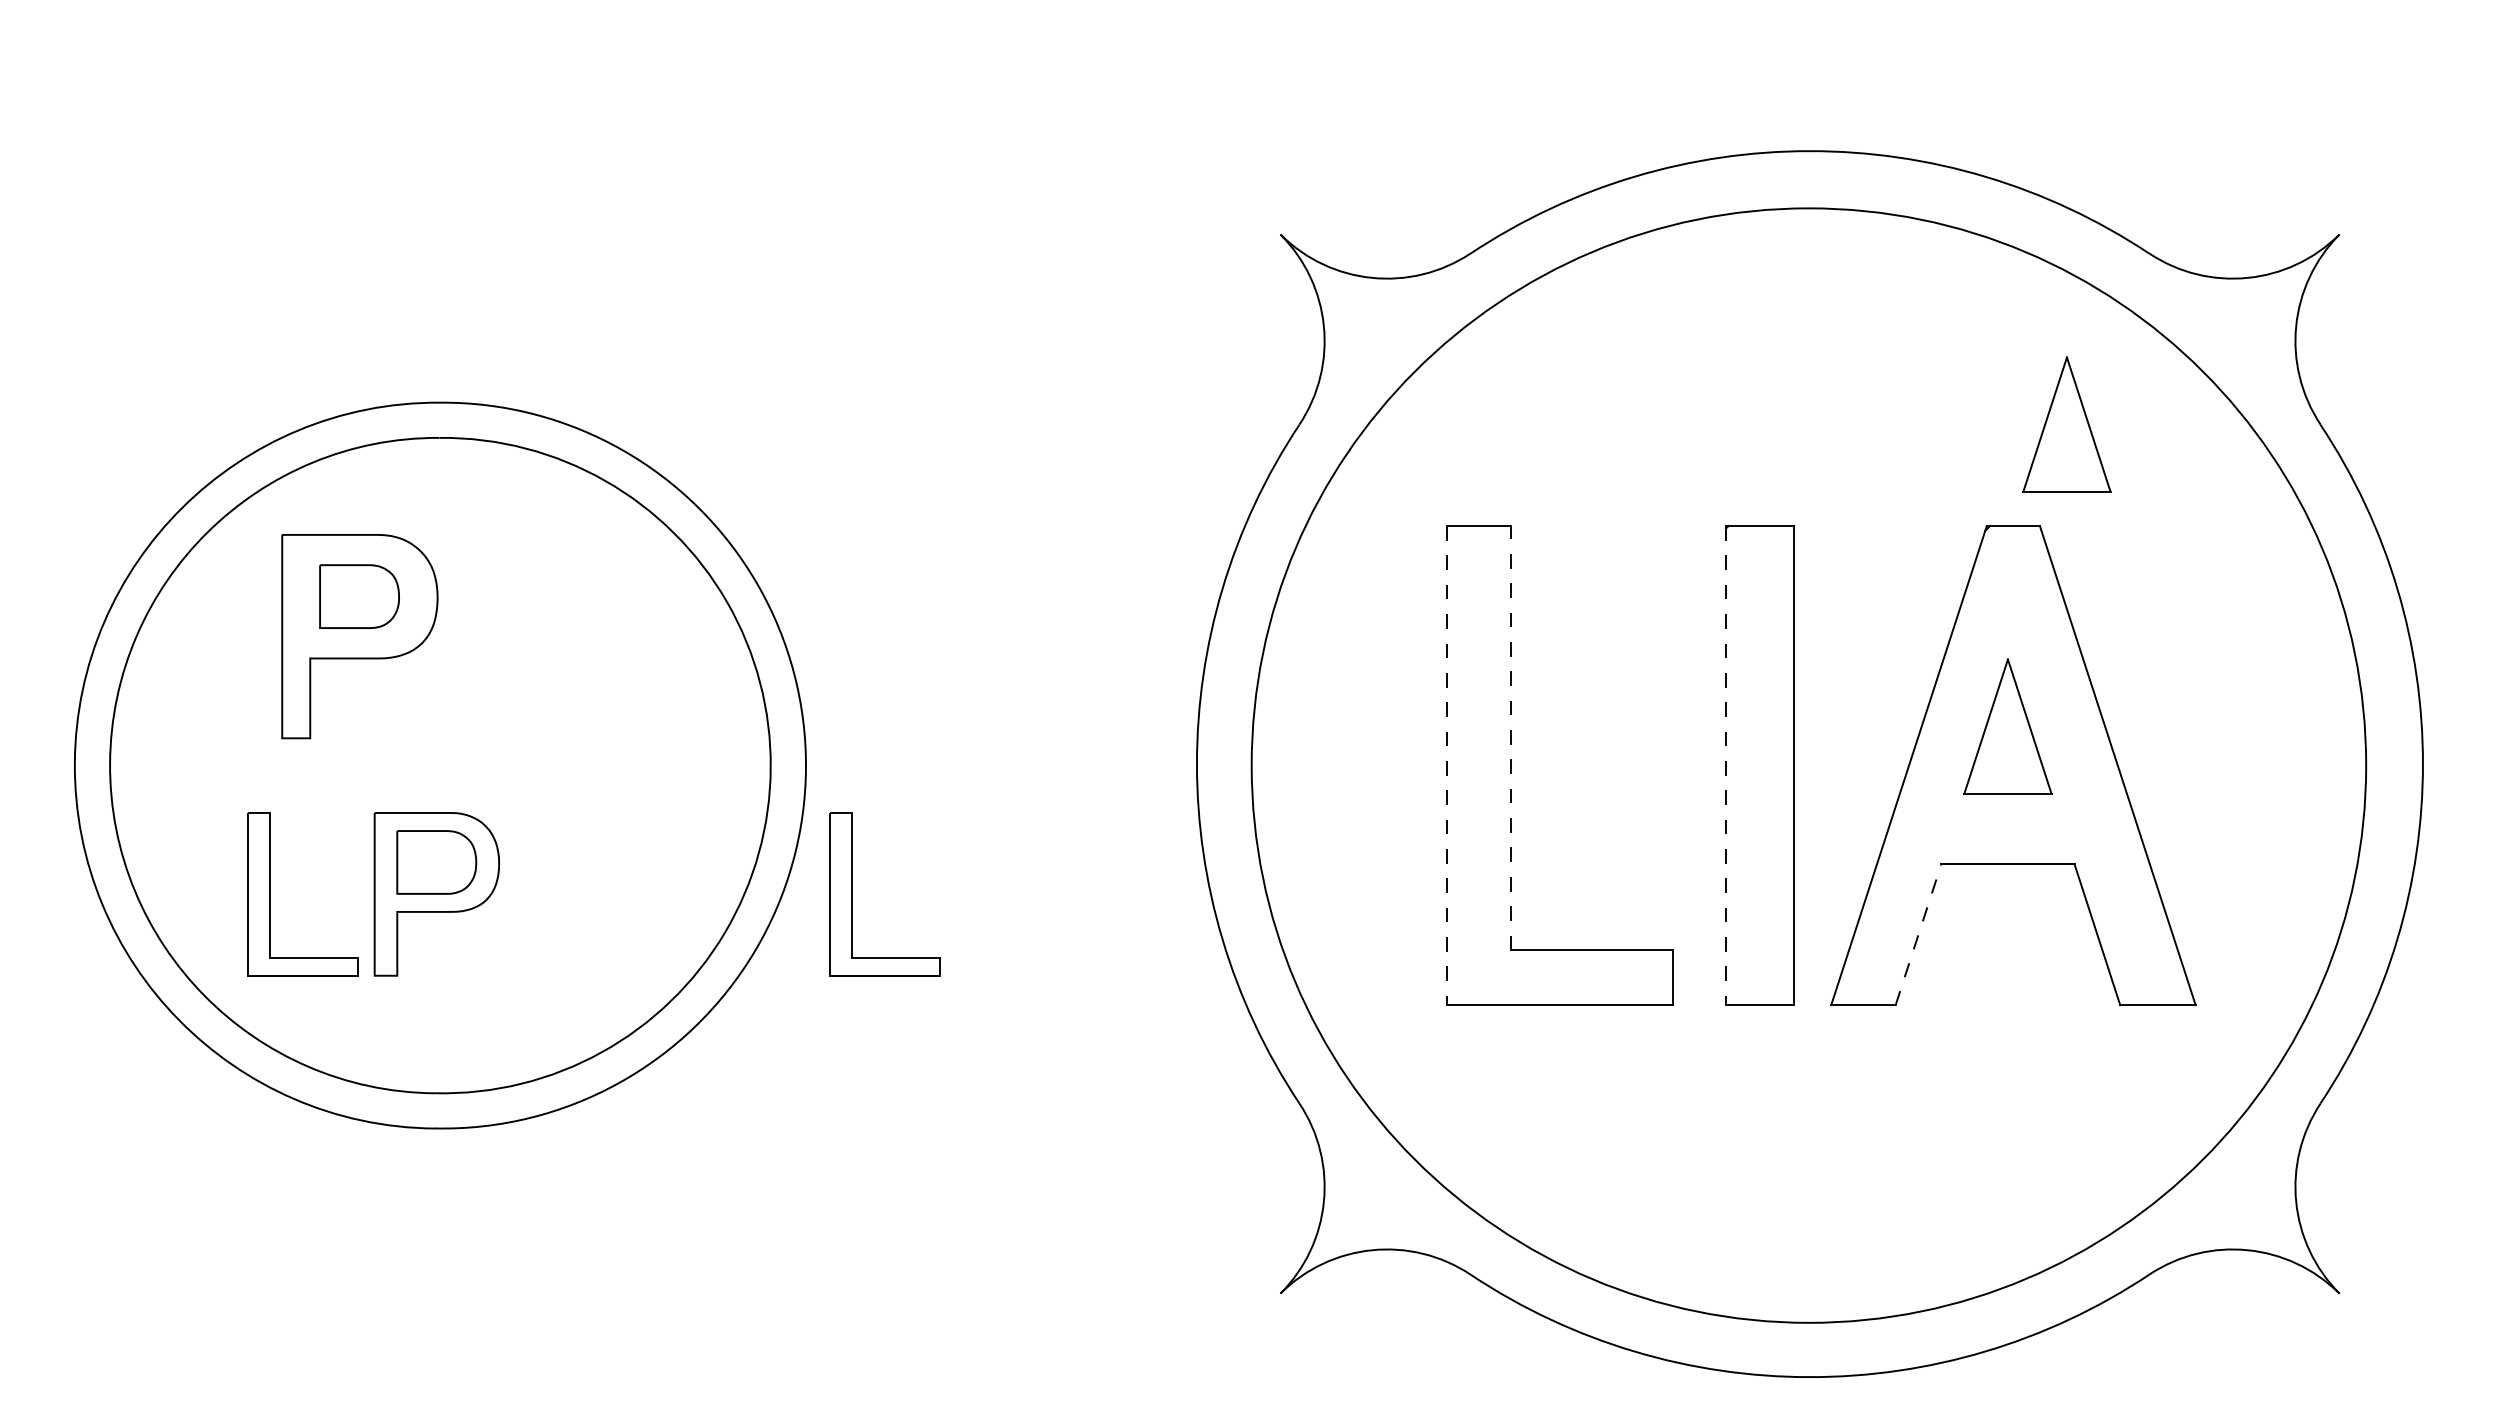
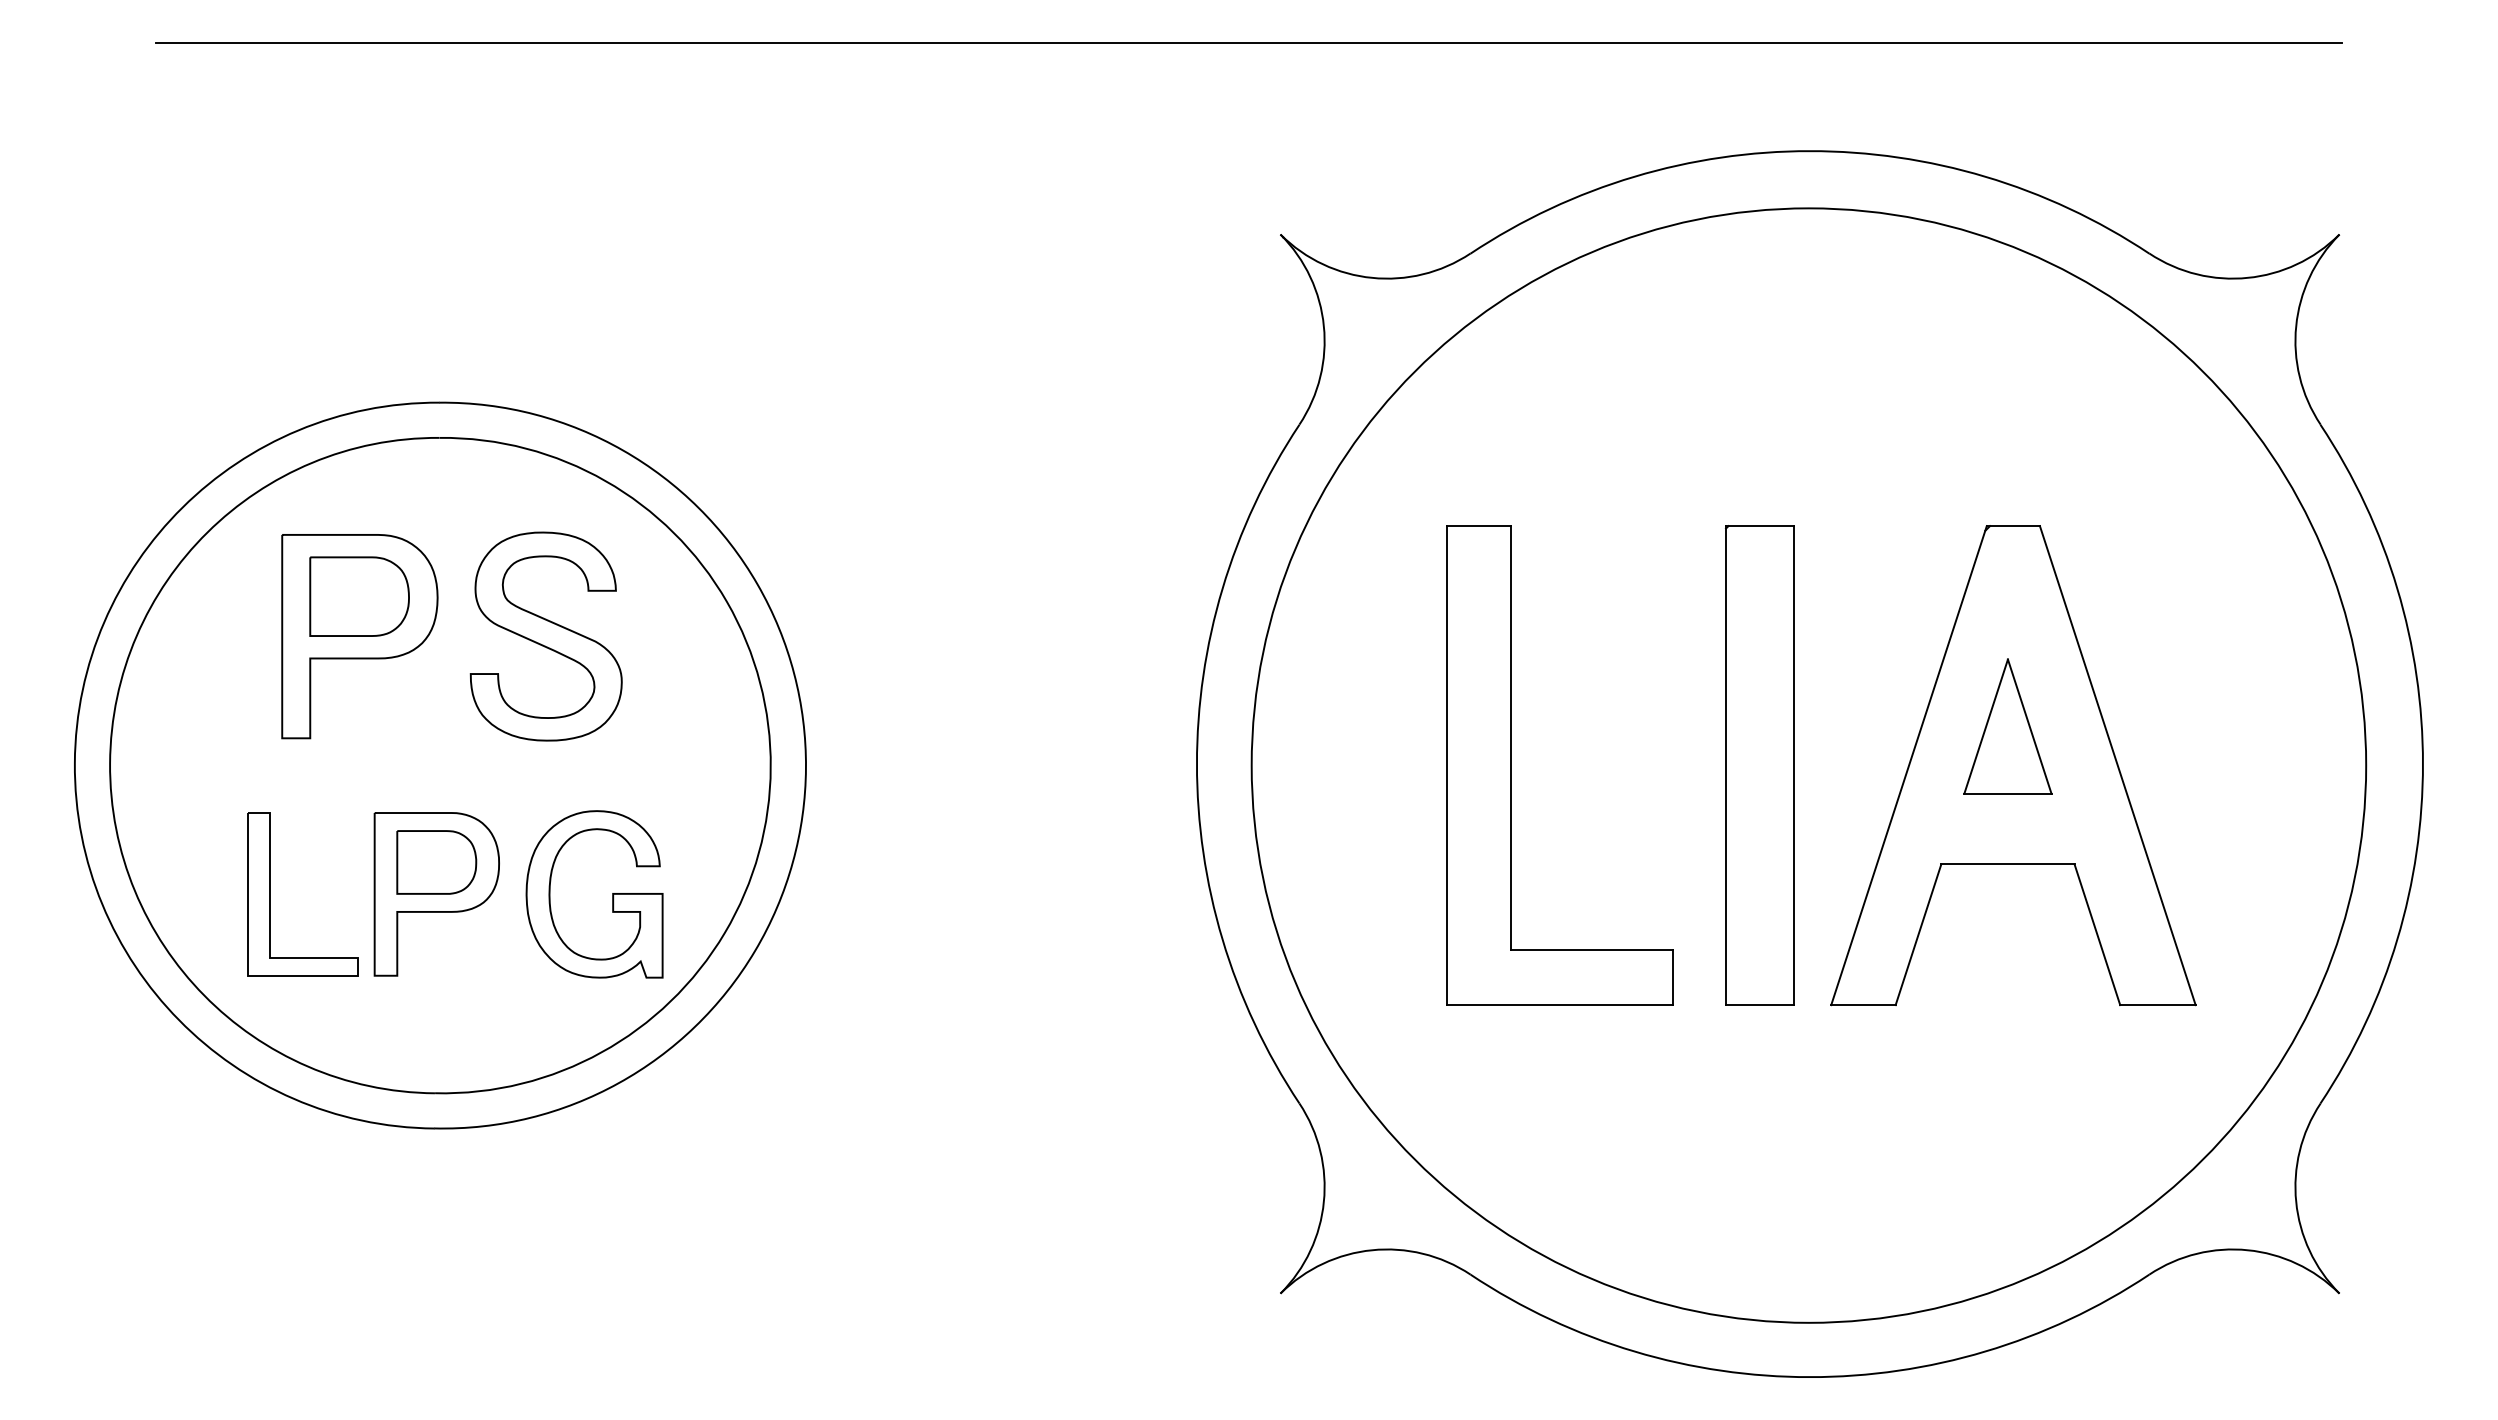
line at (1248, 42): none -> present
part at (2066, 424): present -> none
part at (359, 596) size: 81x65 px -> 101x81 px
part at (545, 636): none -> present
line at (1511, 737): dashed -> solid
line at (1446, 765): dashed -> solid
line at (1726, 765): dashed -> solid
part at (612, 894): none -> present
part at (852, 894): present -> none
line at (1918, 934): dashed -> solid
